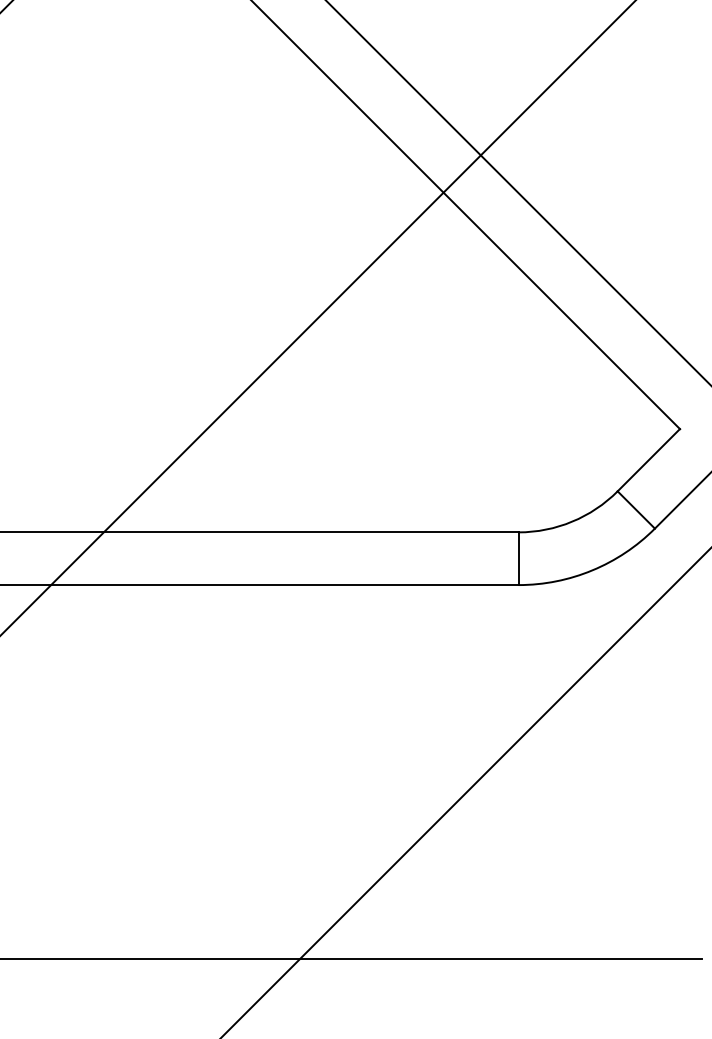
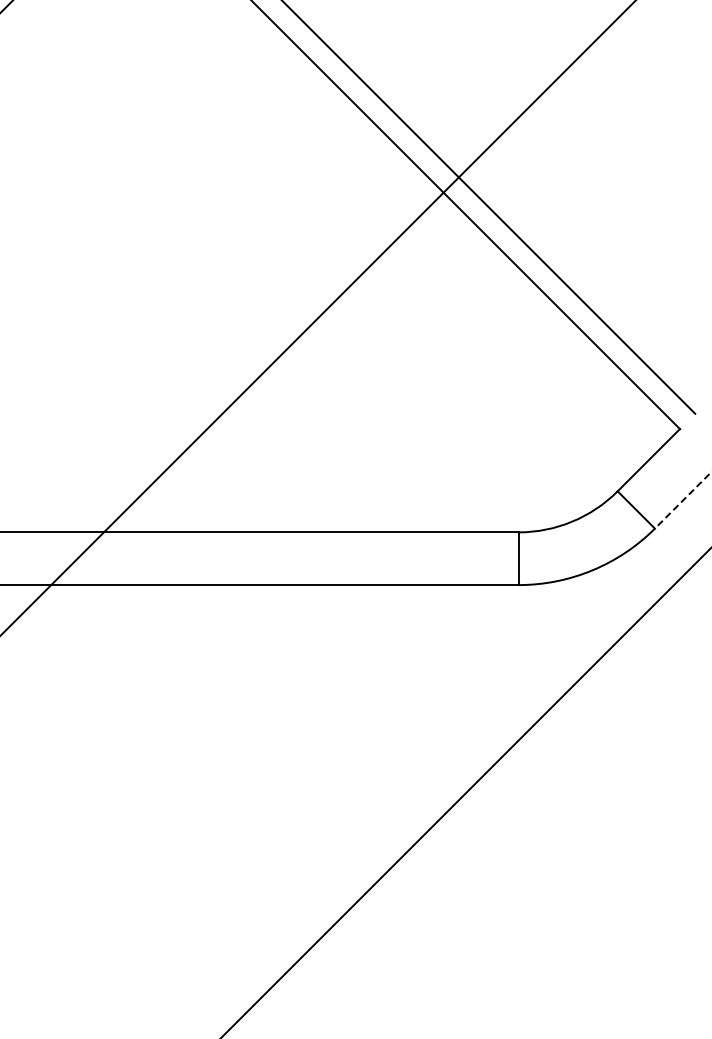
line at (518, 192) position: (518, 192) -> (489, 207)
line at (682, 500): solid -> dashed
line at (351, 958): present -> none
